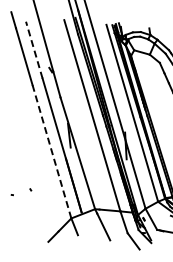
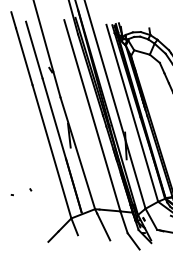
line at (34, 50): dashed -> solid
line at (51, 151): dashed -> solid
